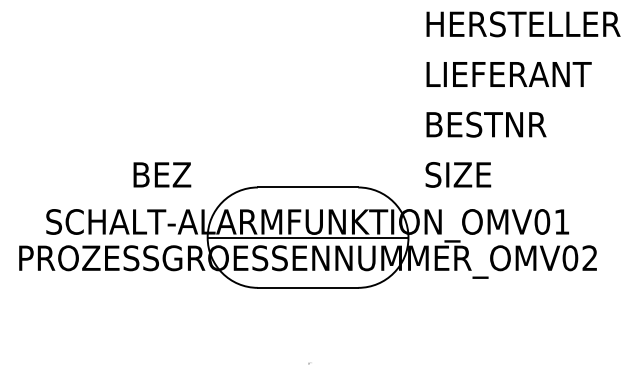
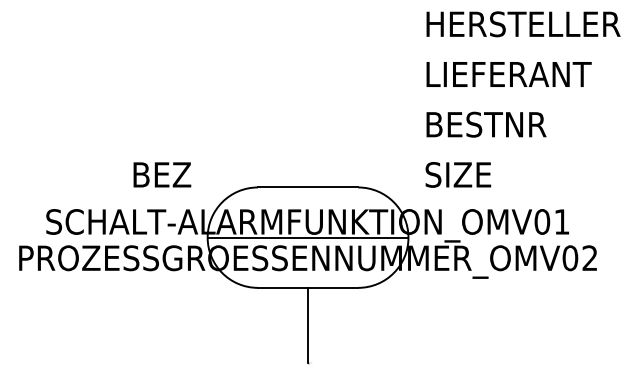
line at (308, 325): none -> present
